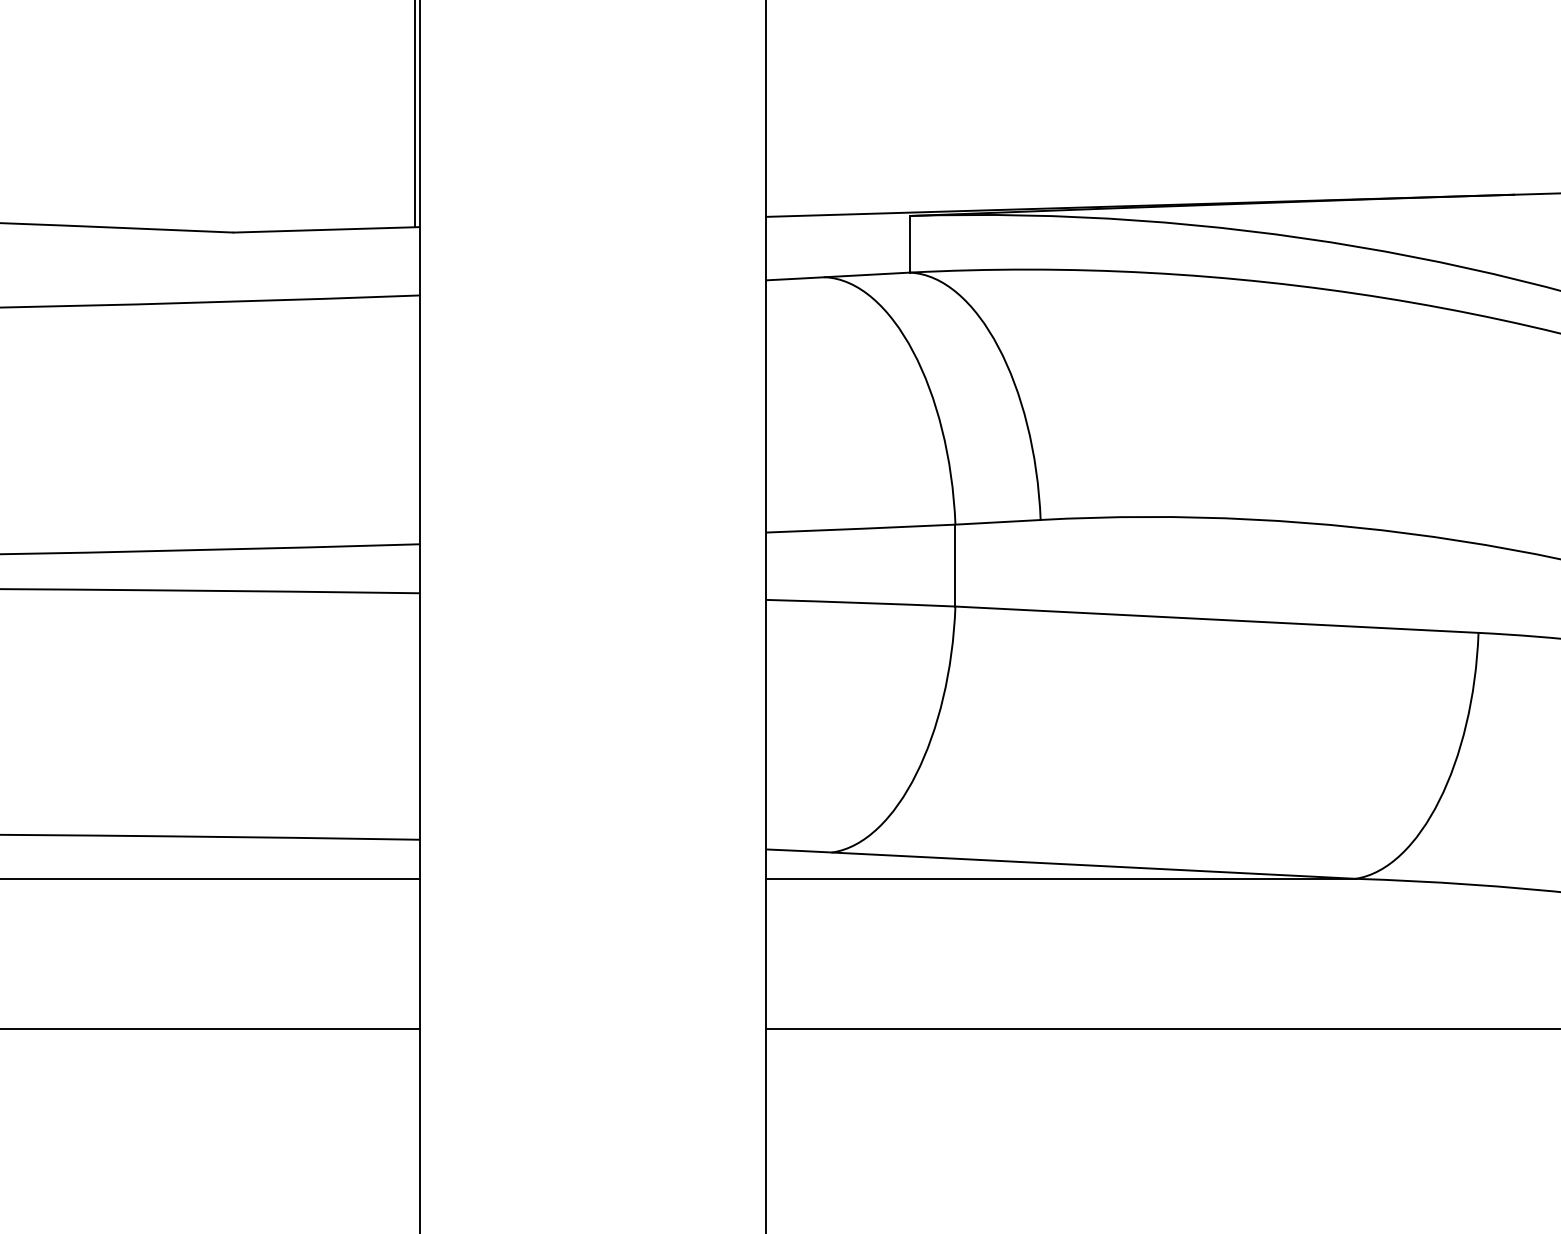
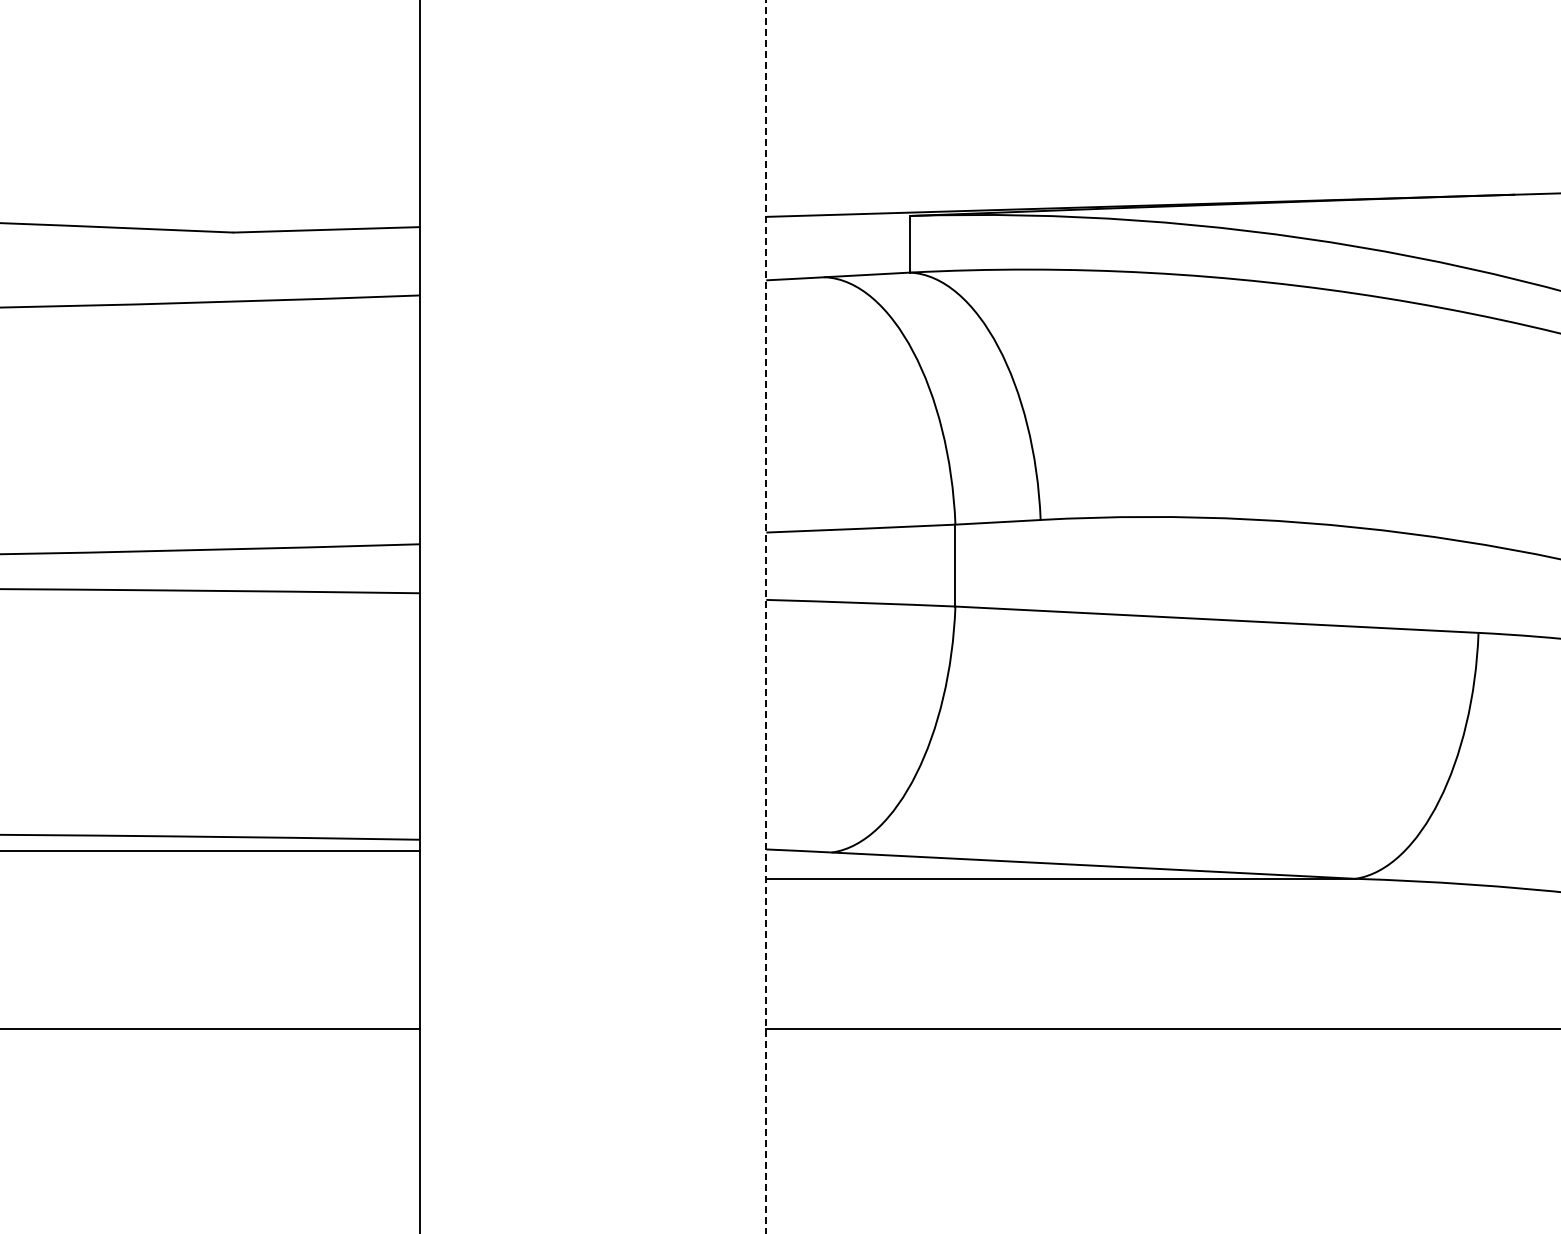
line at (415, 114): present -> none
line at (766, 616): solid -> dashed
line at (210, 878) position: (210, 878) -> (210, 850)
